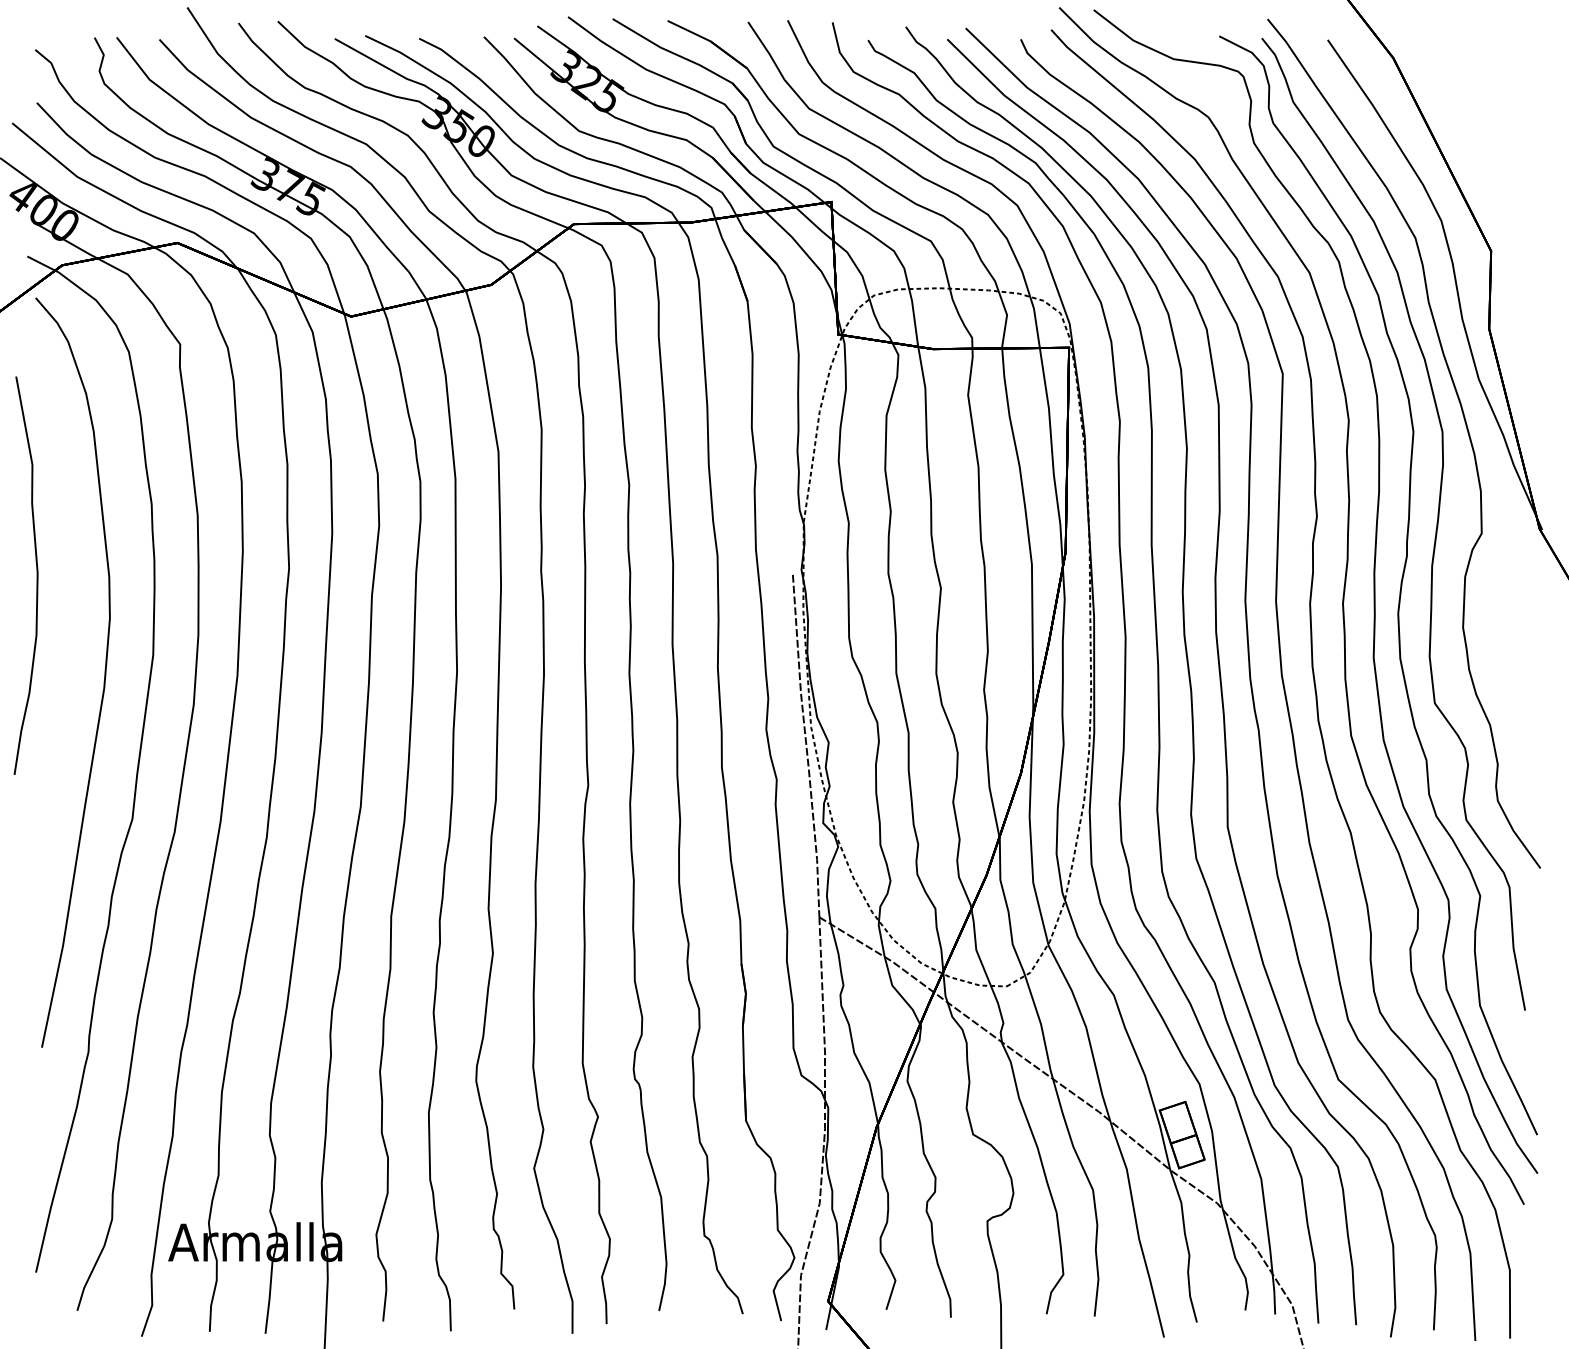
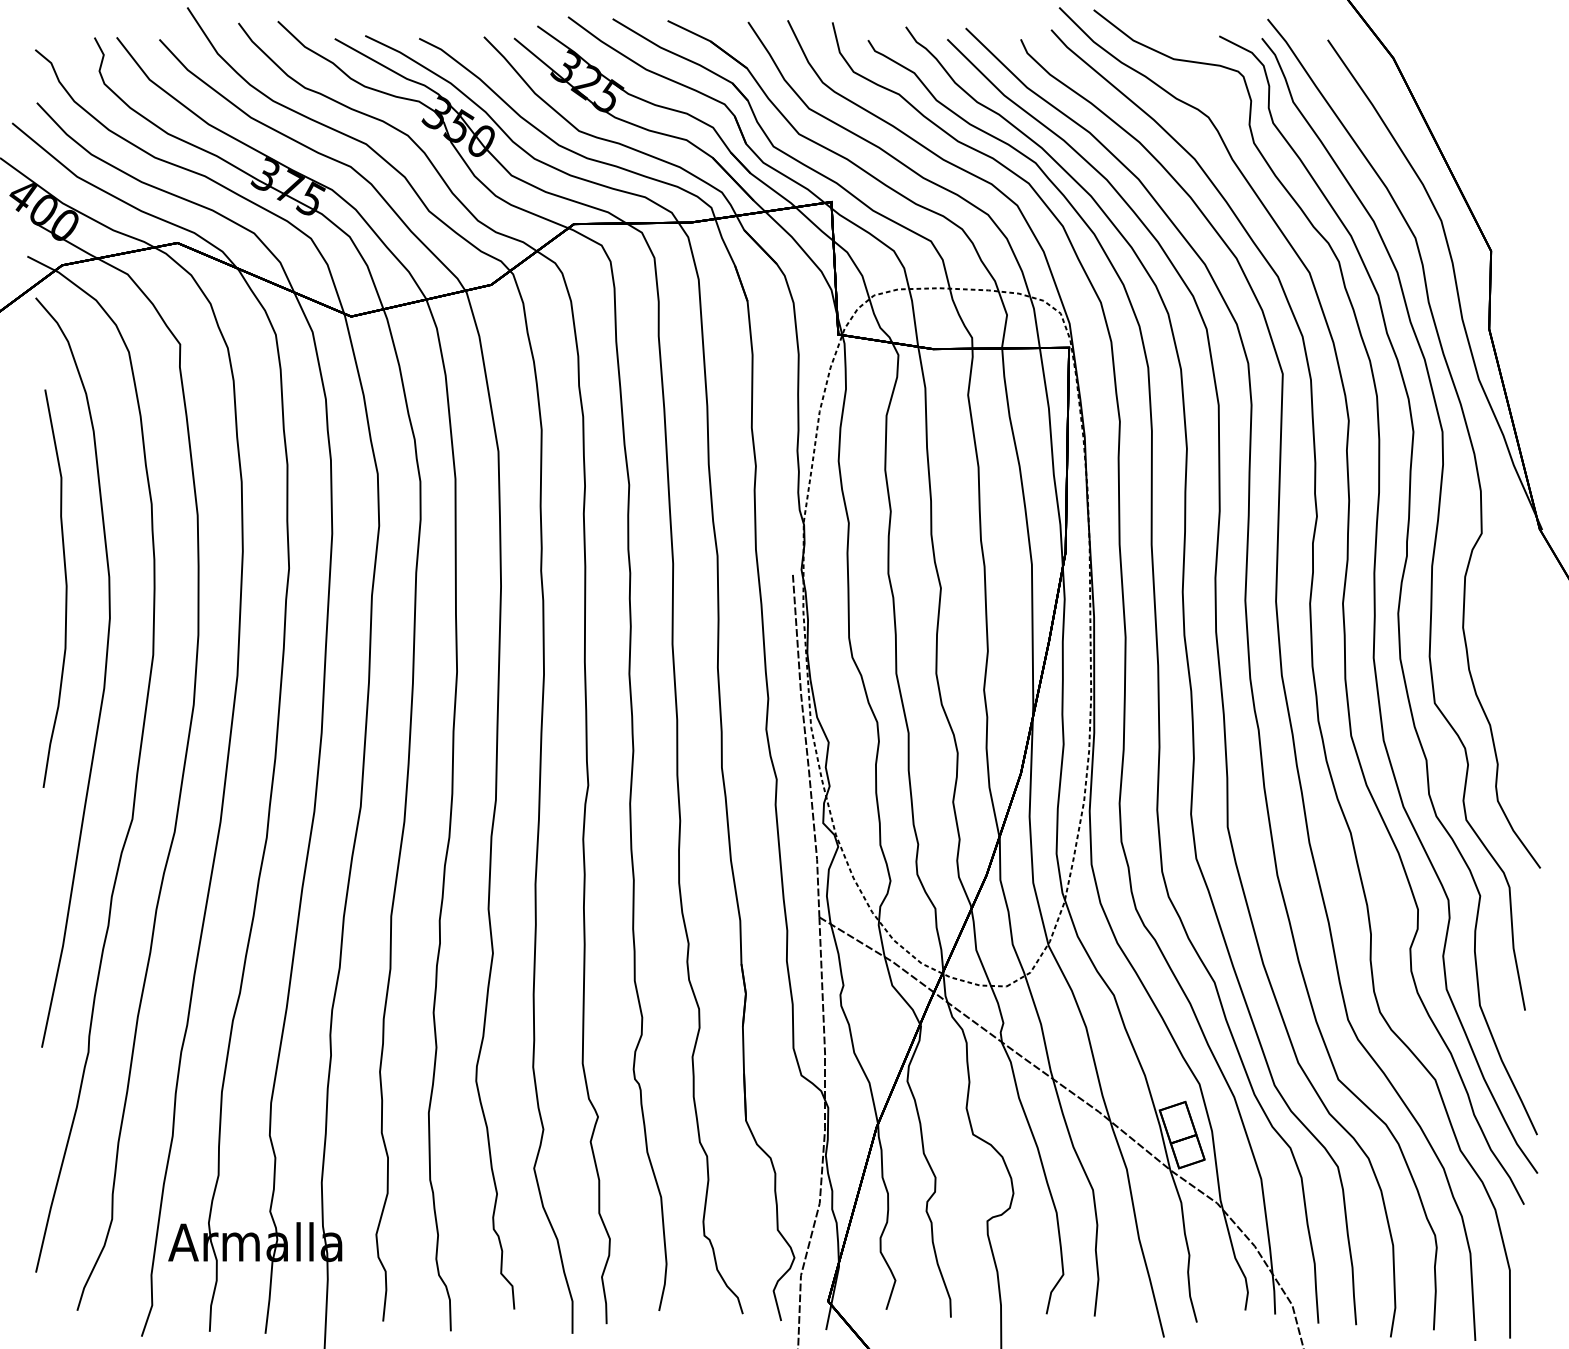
curve at (36, 575) position: (36, 575) -> (65, 588)
